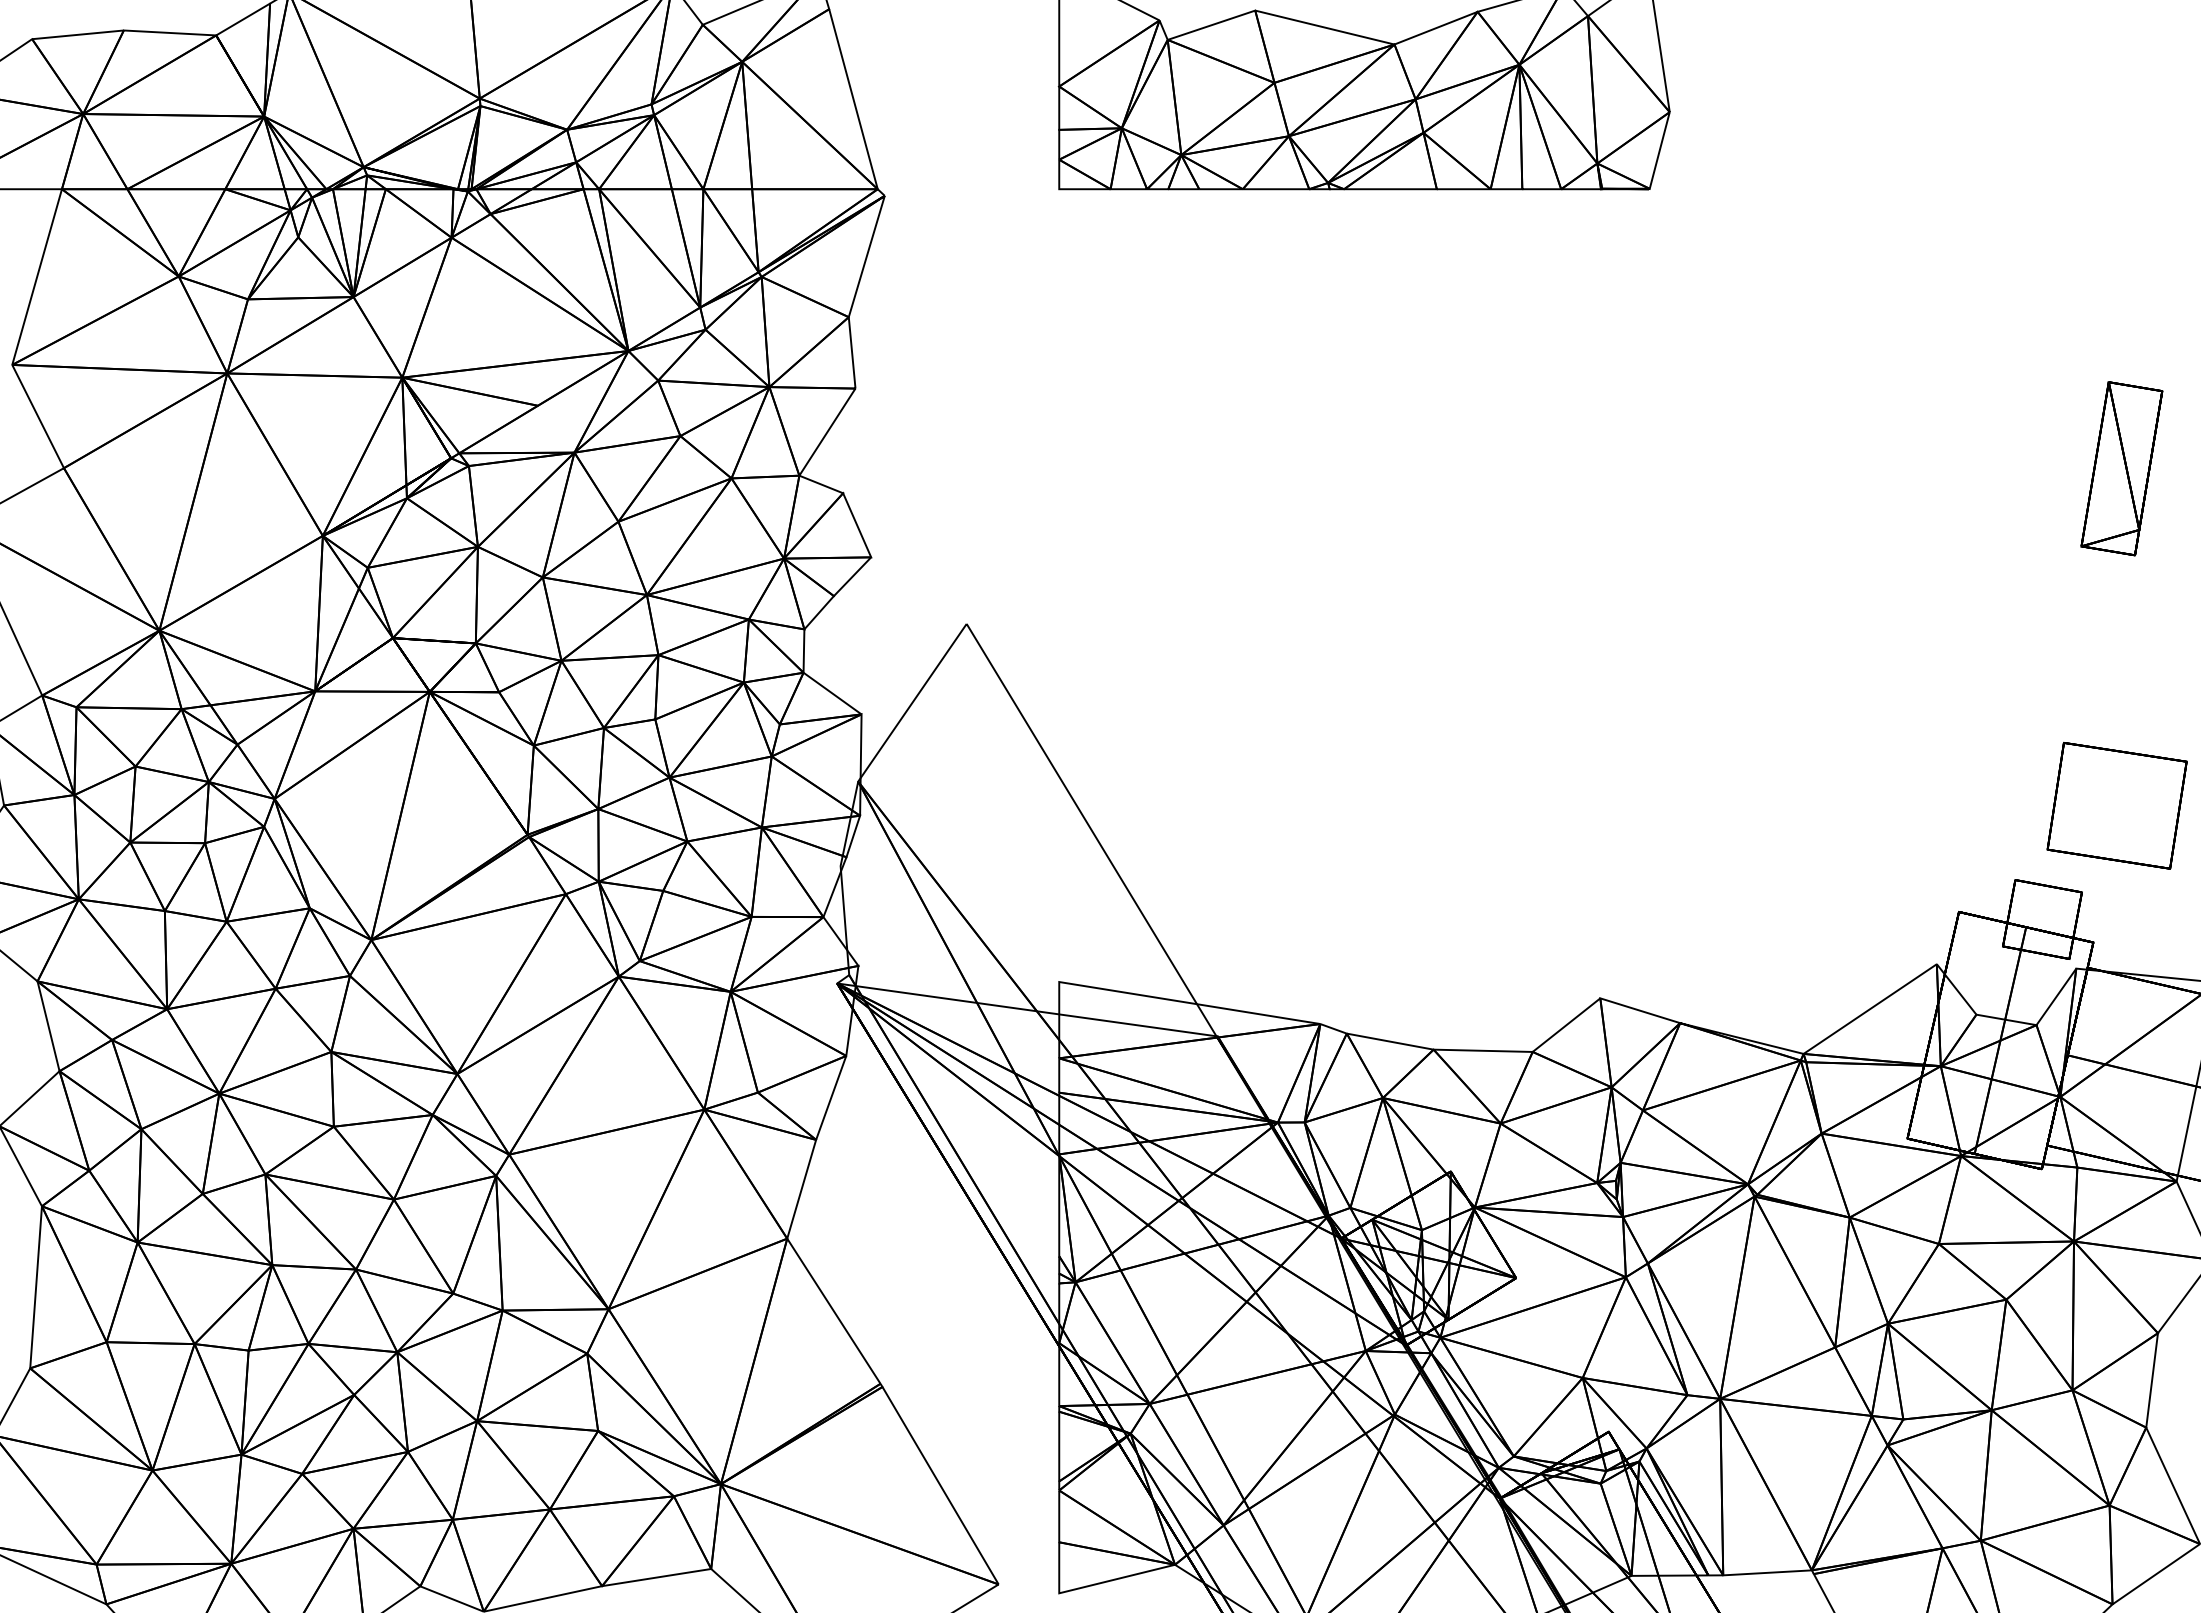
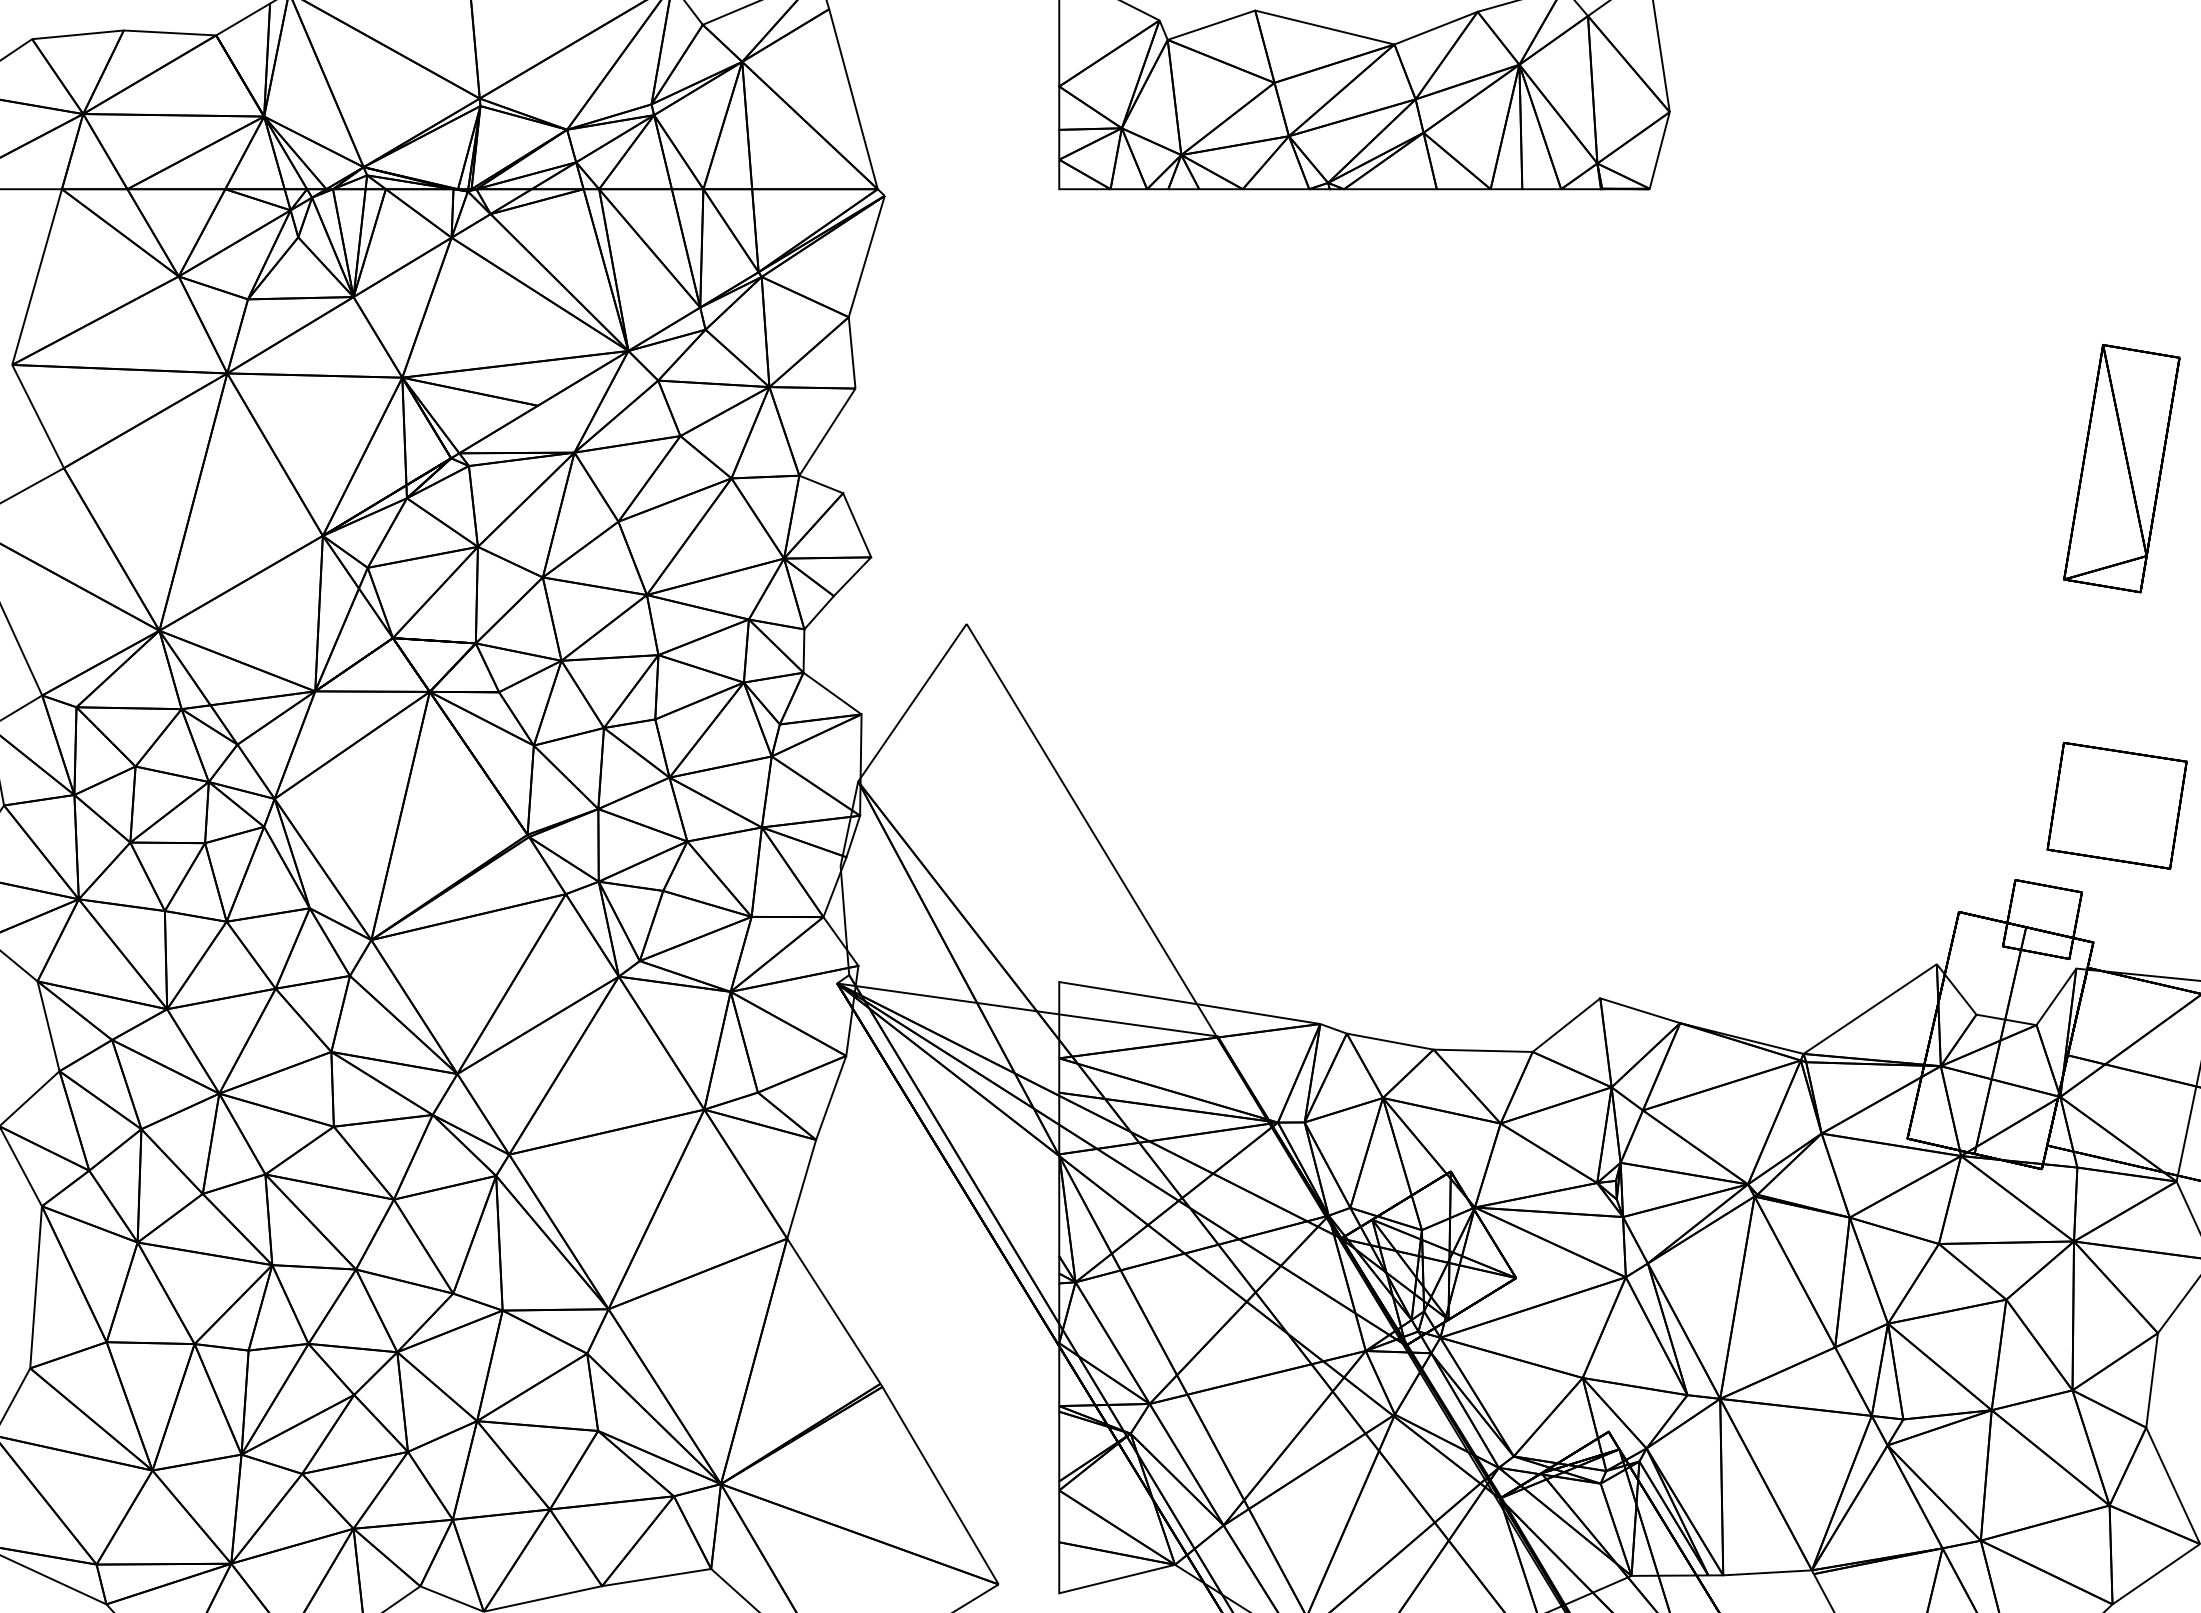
part at (2121, 468) size: 84x176 px -> 118x250 px
